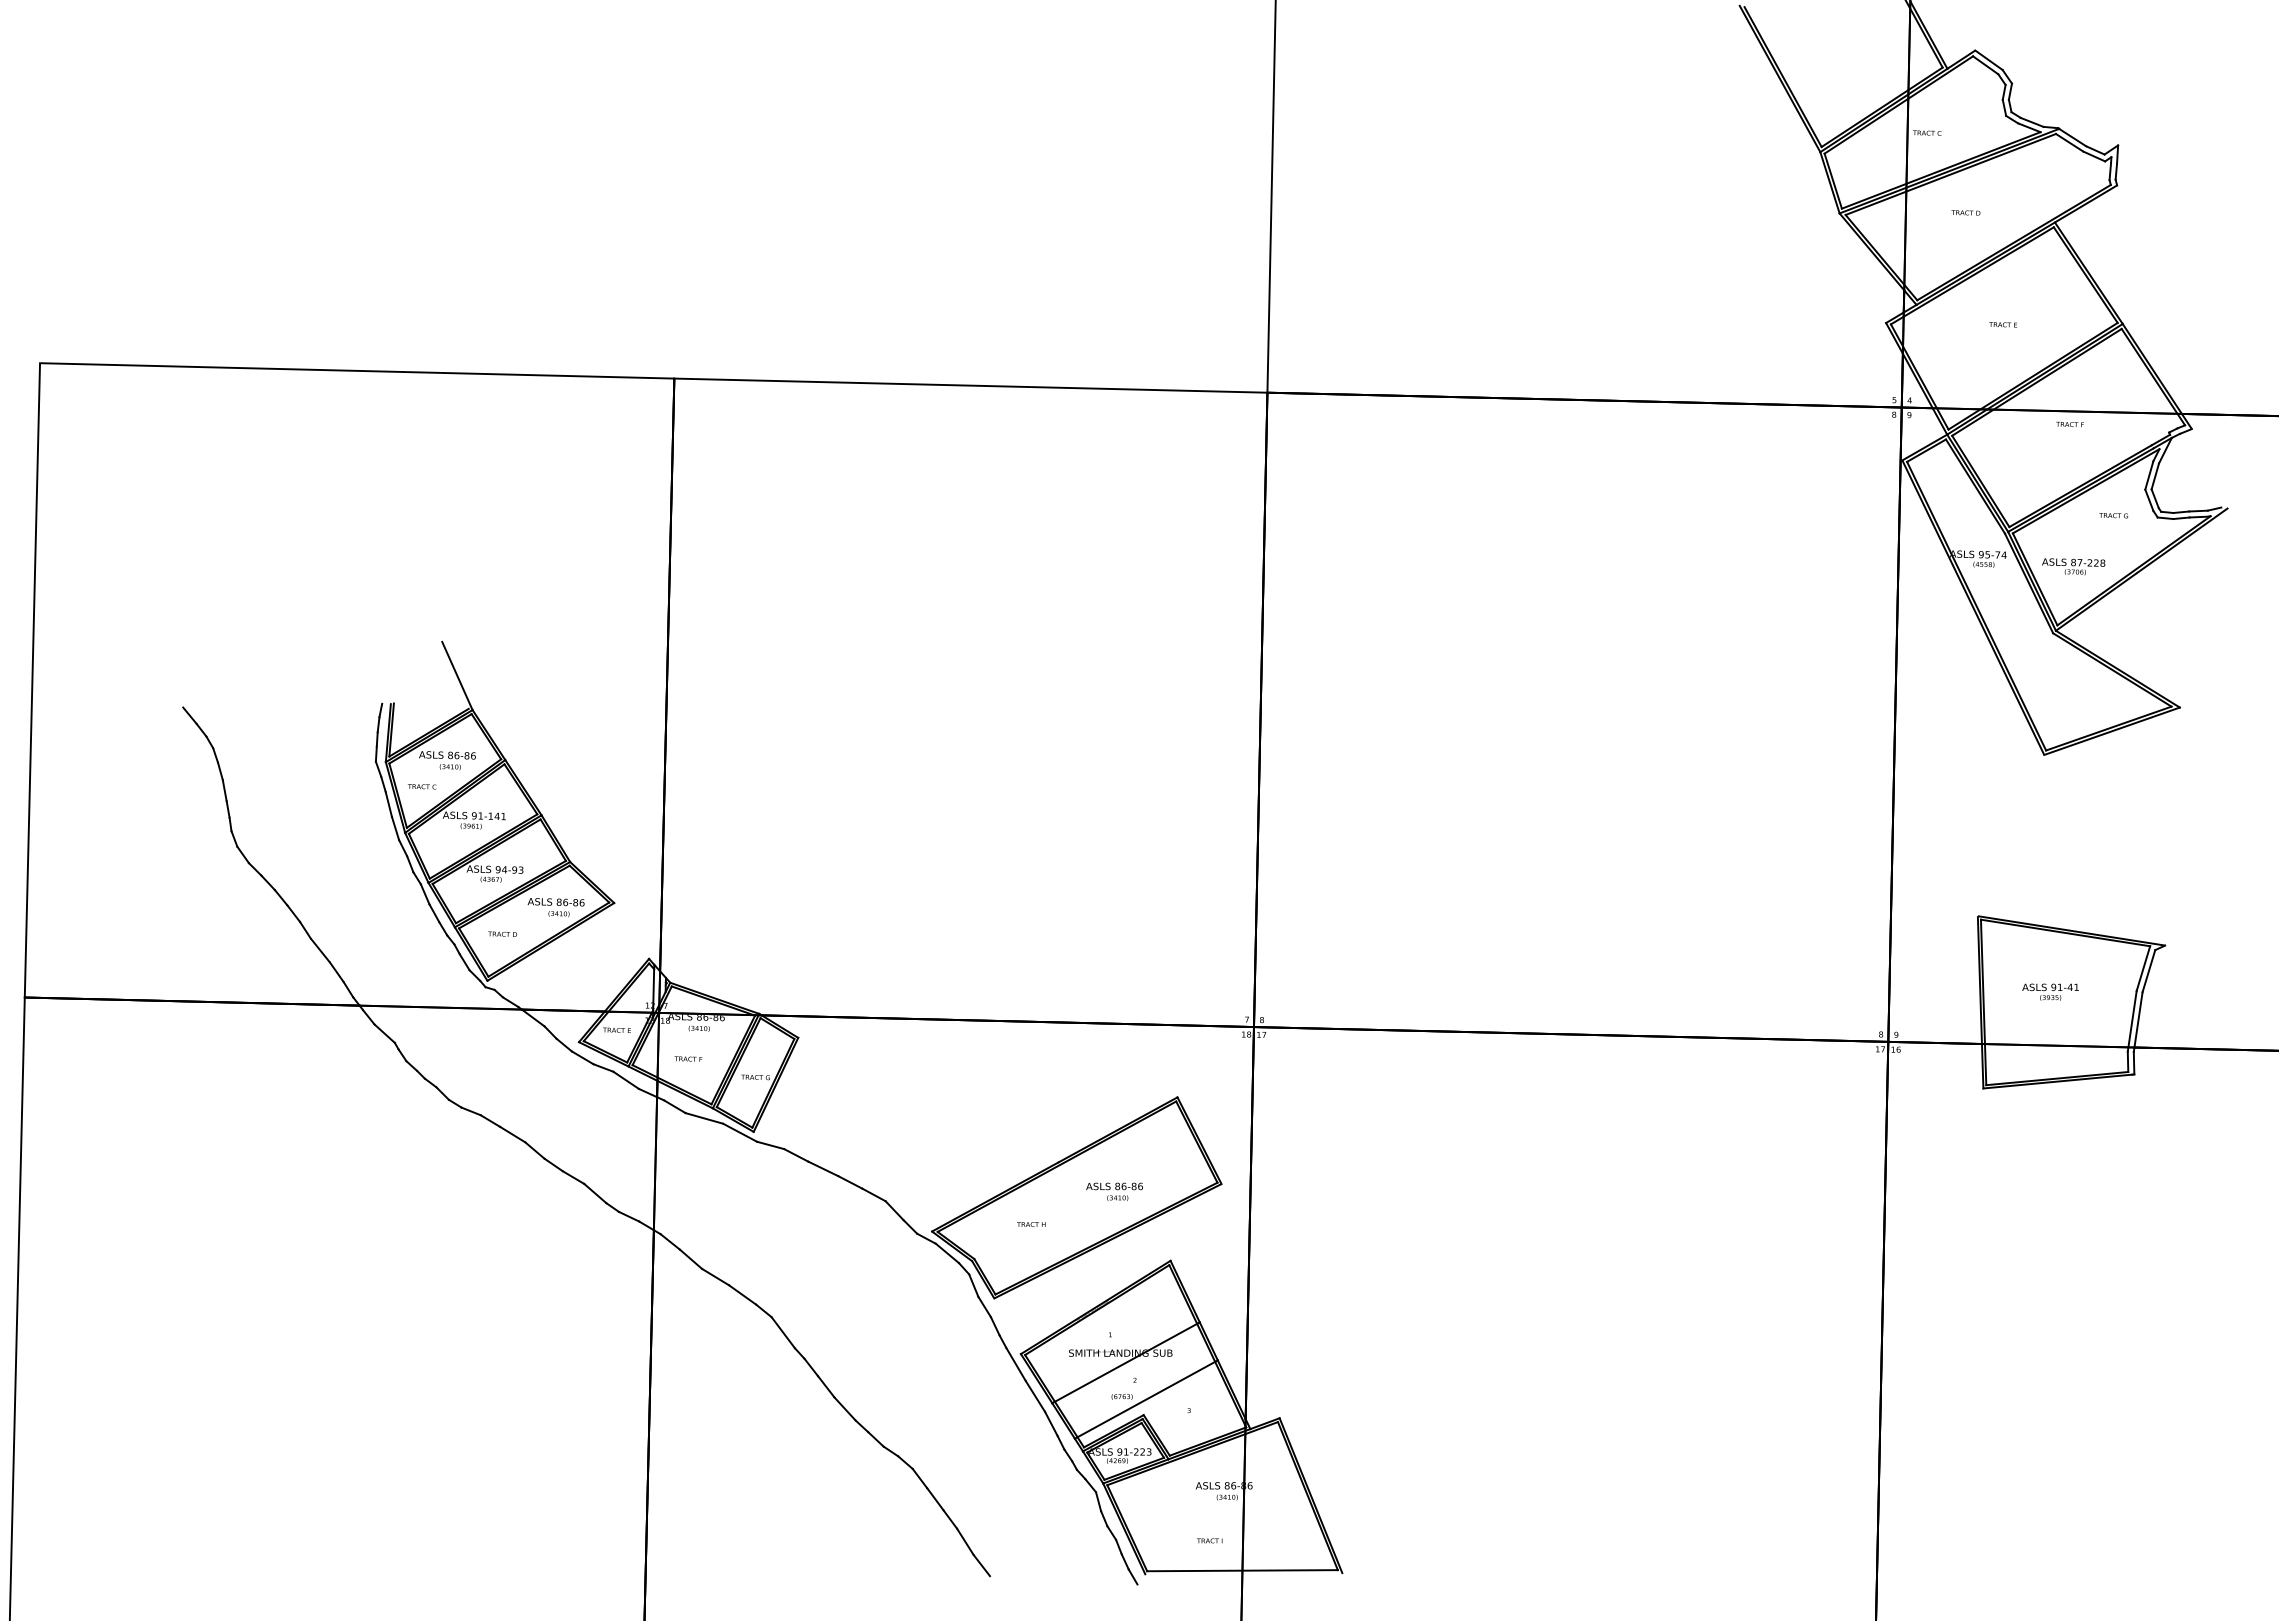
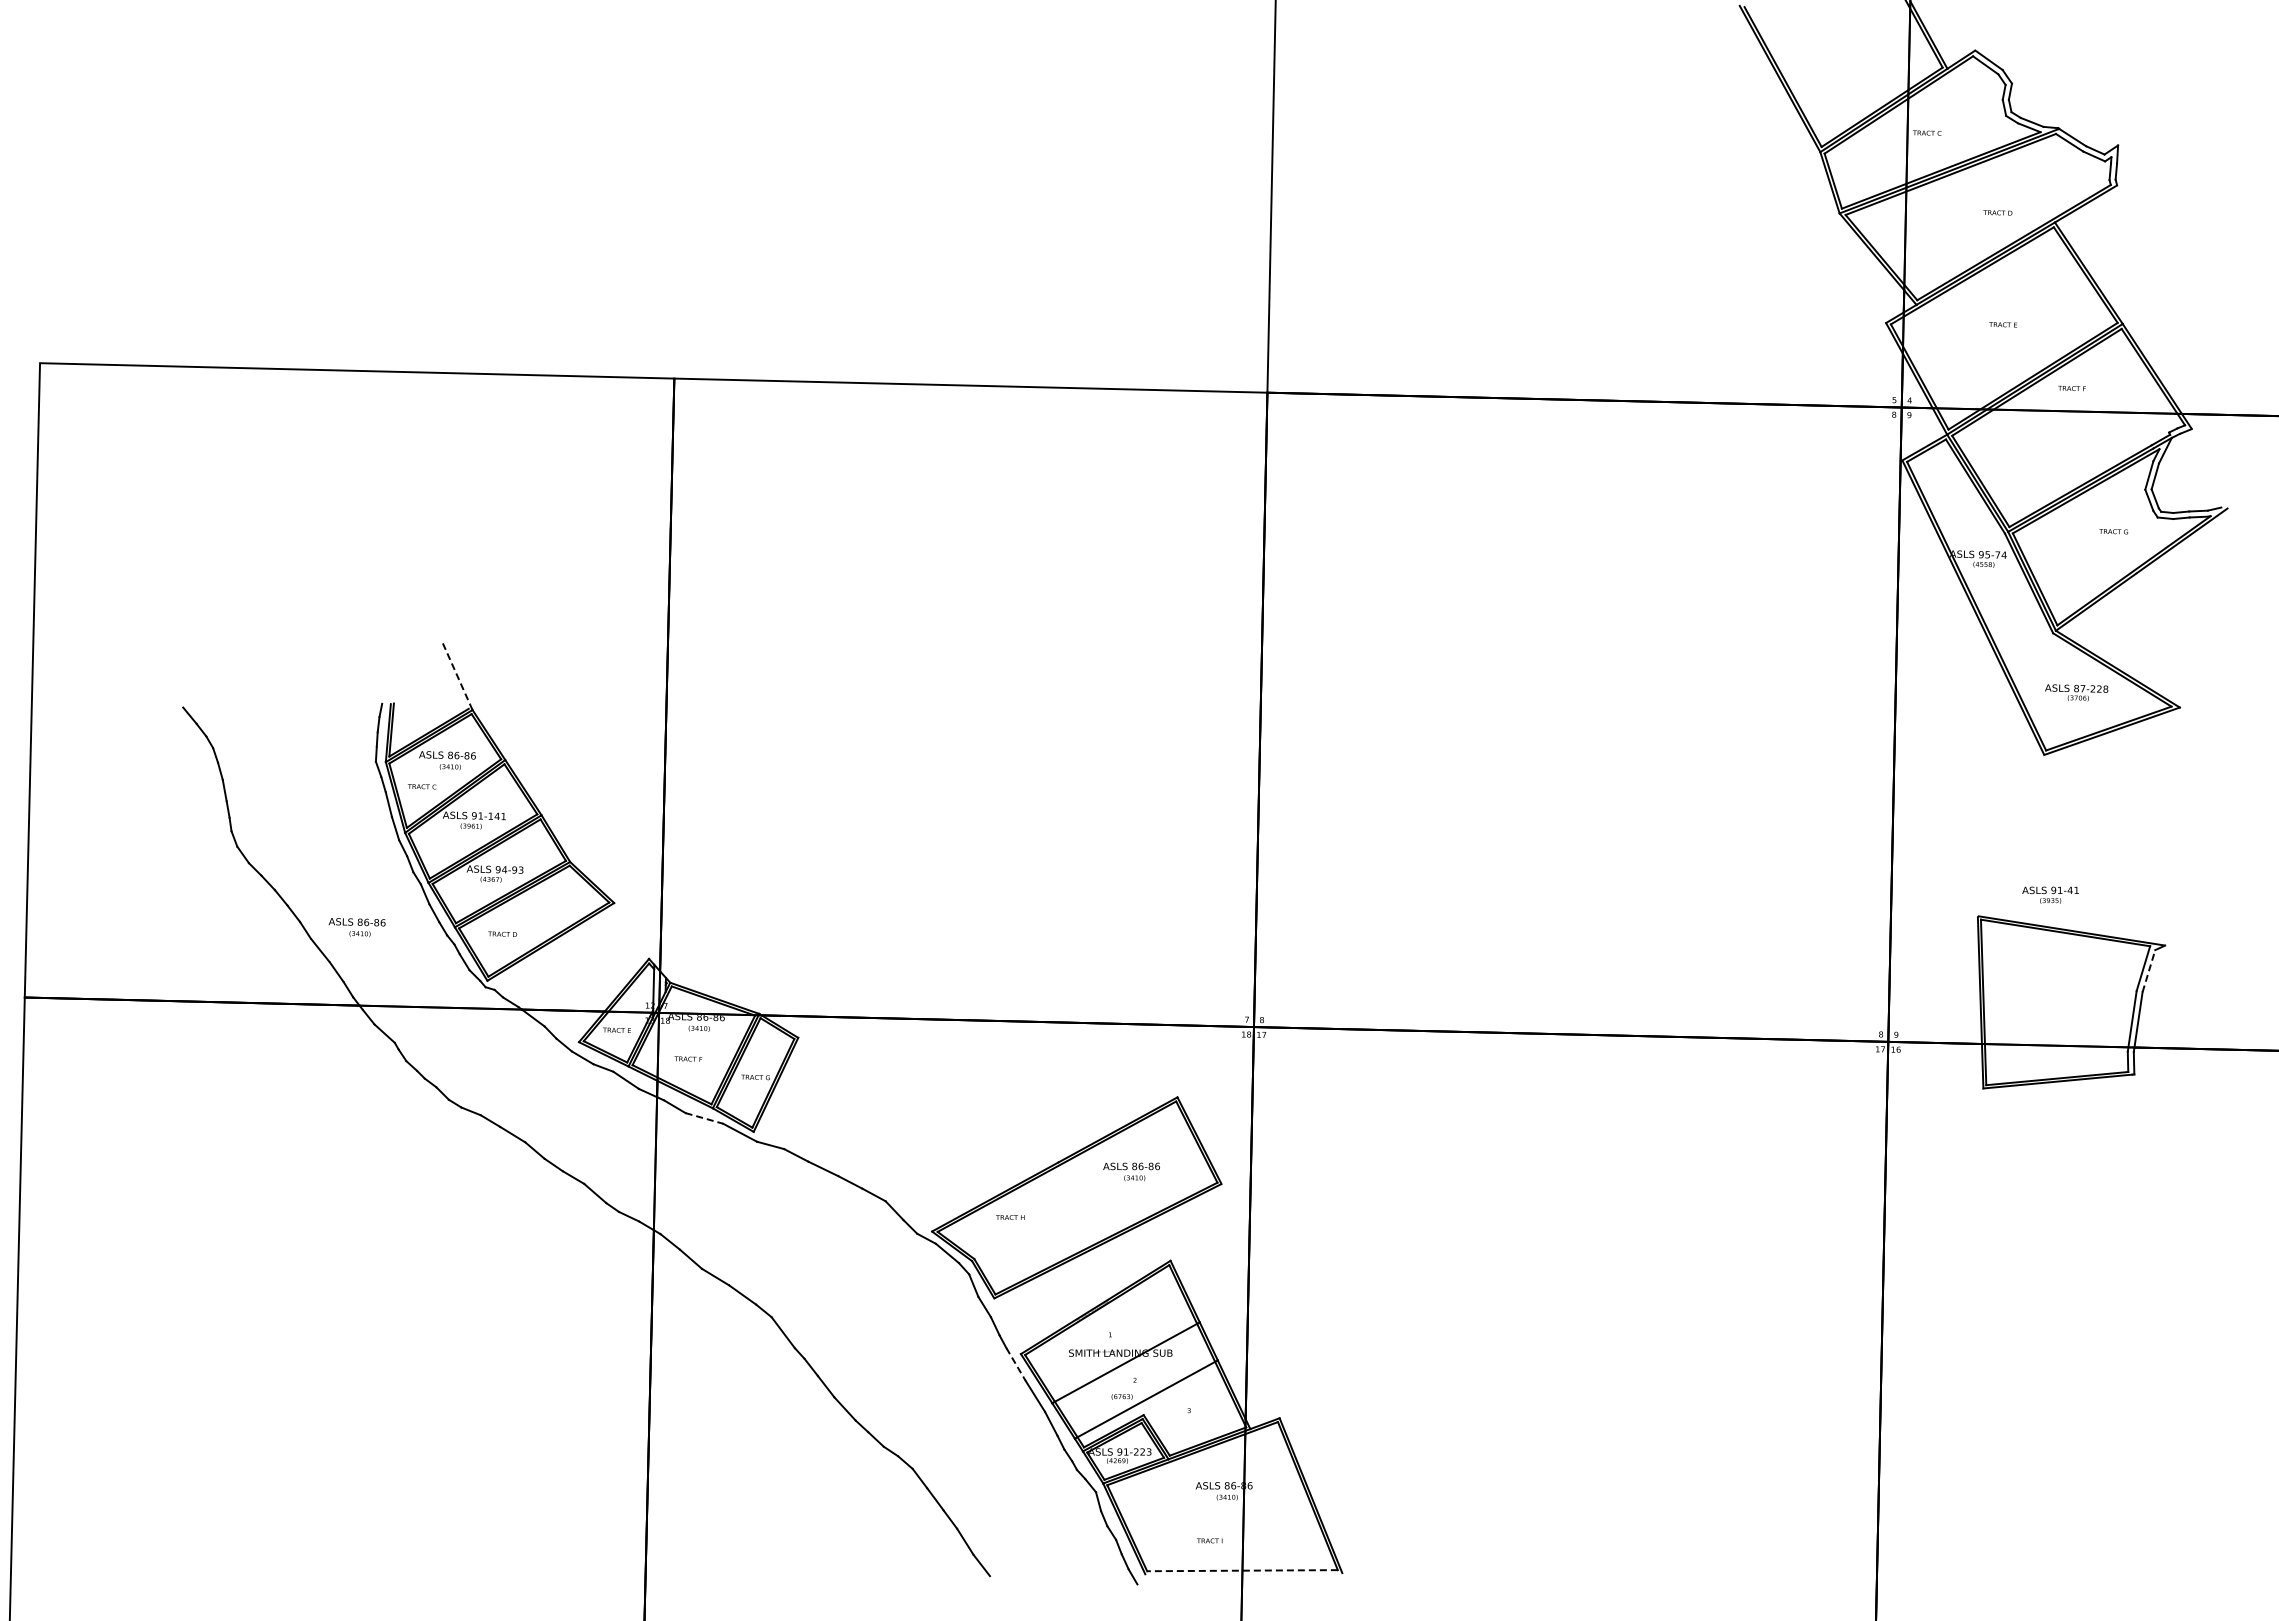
text at (1965, 212) position: (1965, 212) -> (1997, 212)
text at (2069, 424) position: (2069, 424) -> (2071, 388)
text at (2113, 515) position: (2113, 515) -> (2113, 531)
text at (2073, 566) position: (2073, 566) -> (2076, 692)
line at (457, 675): solid -> dashed
text at (555, 907) position: (555, 907) -> (356, 927)
line at (2149, 970): solid -> dashed
text at (2050, 991) position: (2050, 991) -> (2050, 894)
line at (704, 1118): solid -> dashed
text at (1114, 1191) position: (1114, 1191) -> (1131, 1171)
text at (1031, 1224) position: (1031, 1224) -> (1010, 1217)
line at (1016, 1364): solid -> dashed
line at (1242, 1570): solid -> dashed
